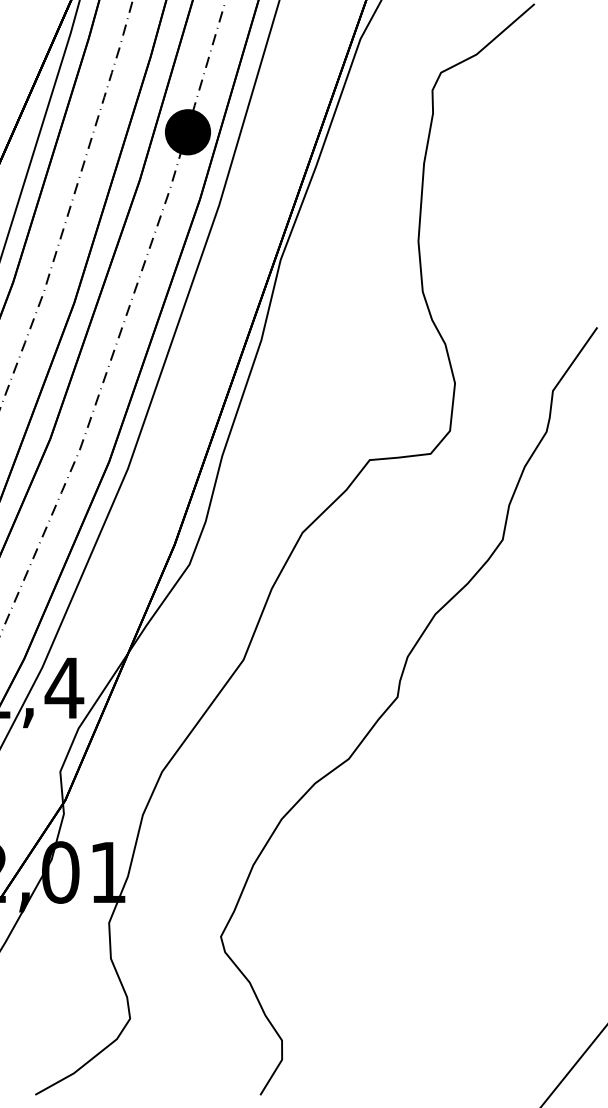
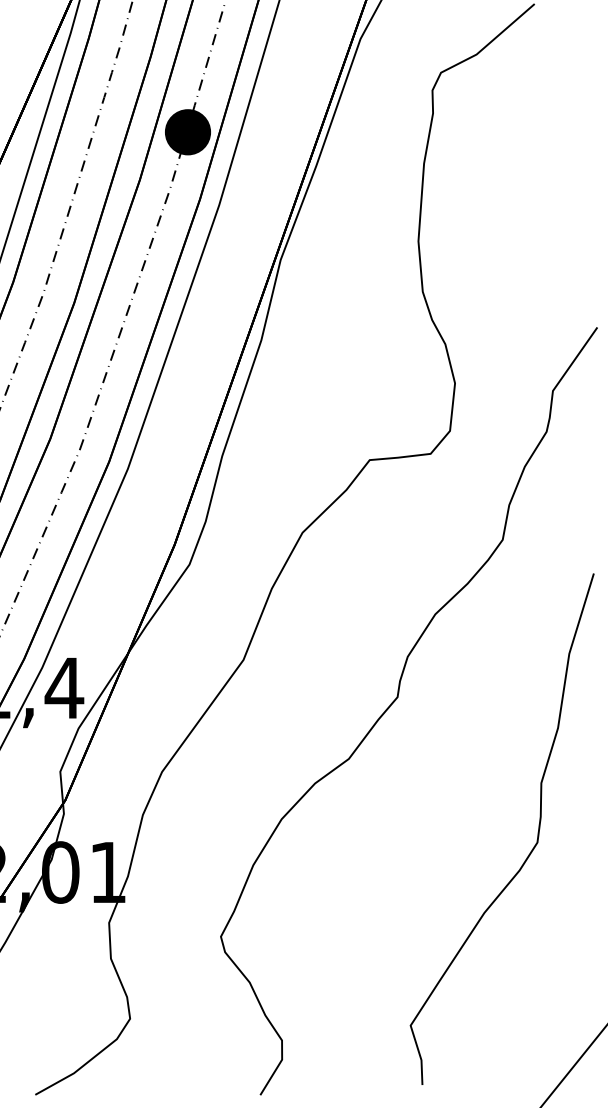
curve at (537, 832): none -> present
